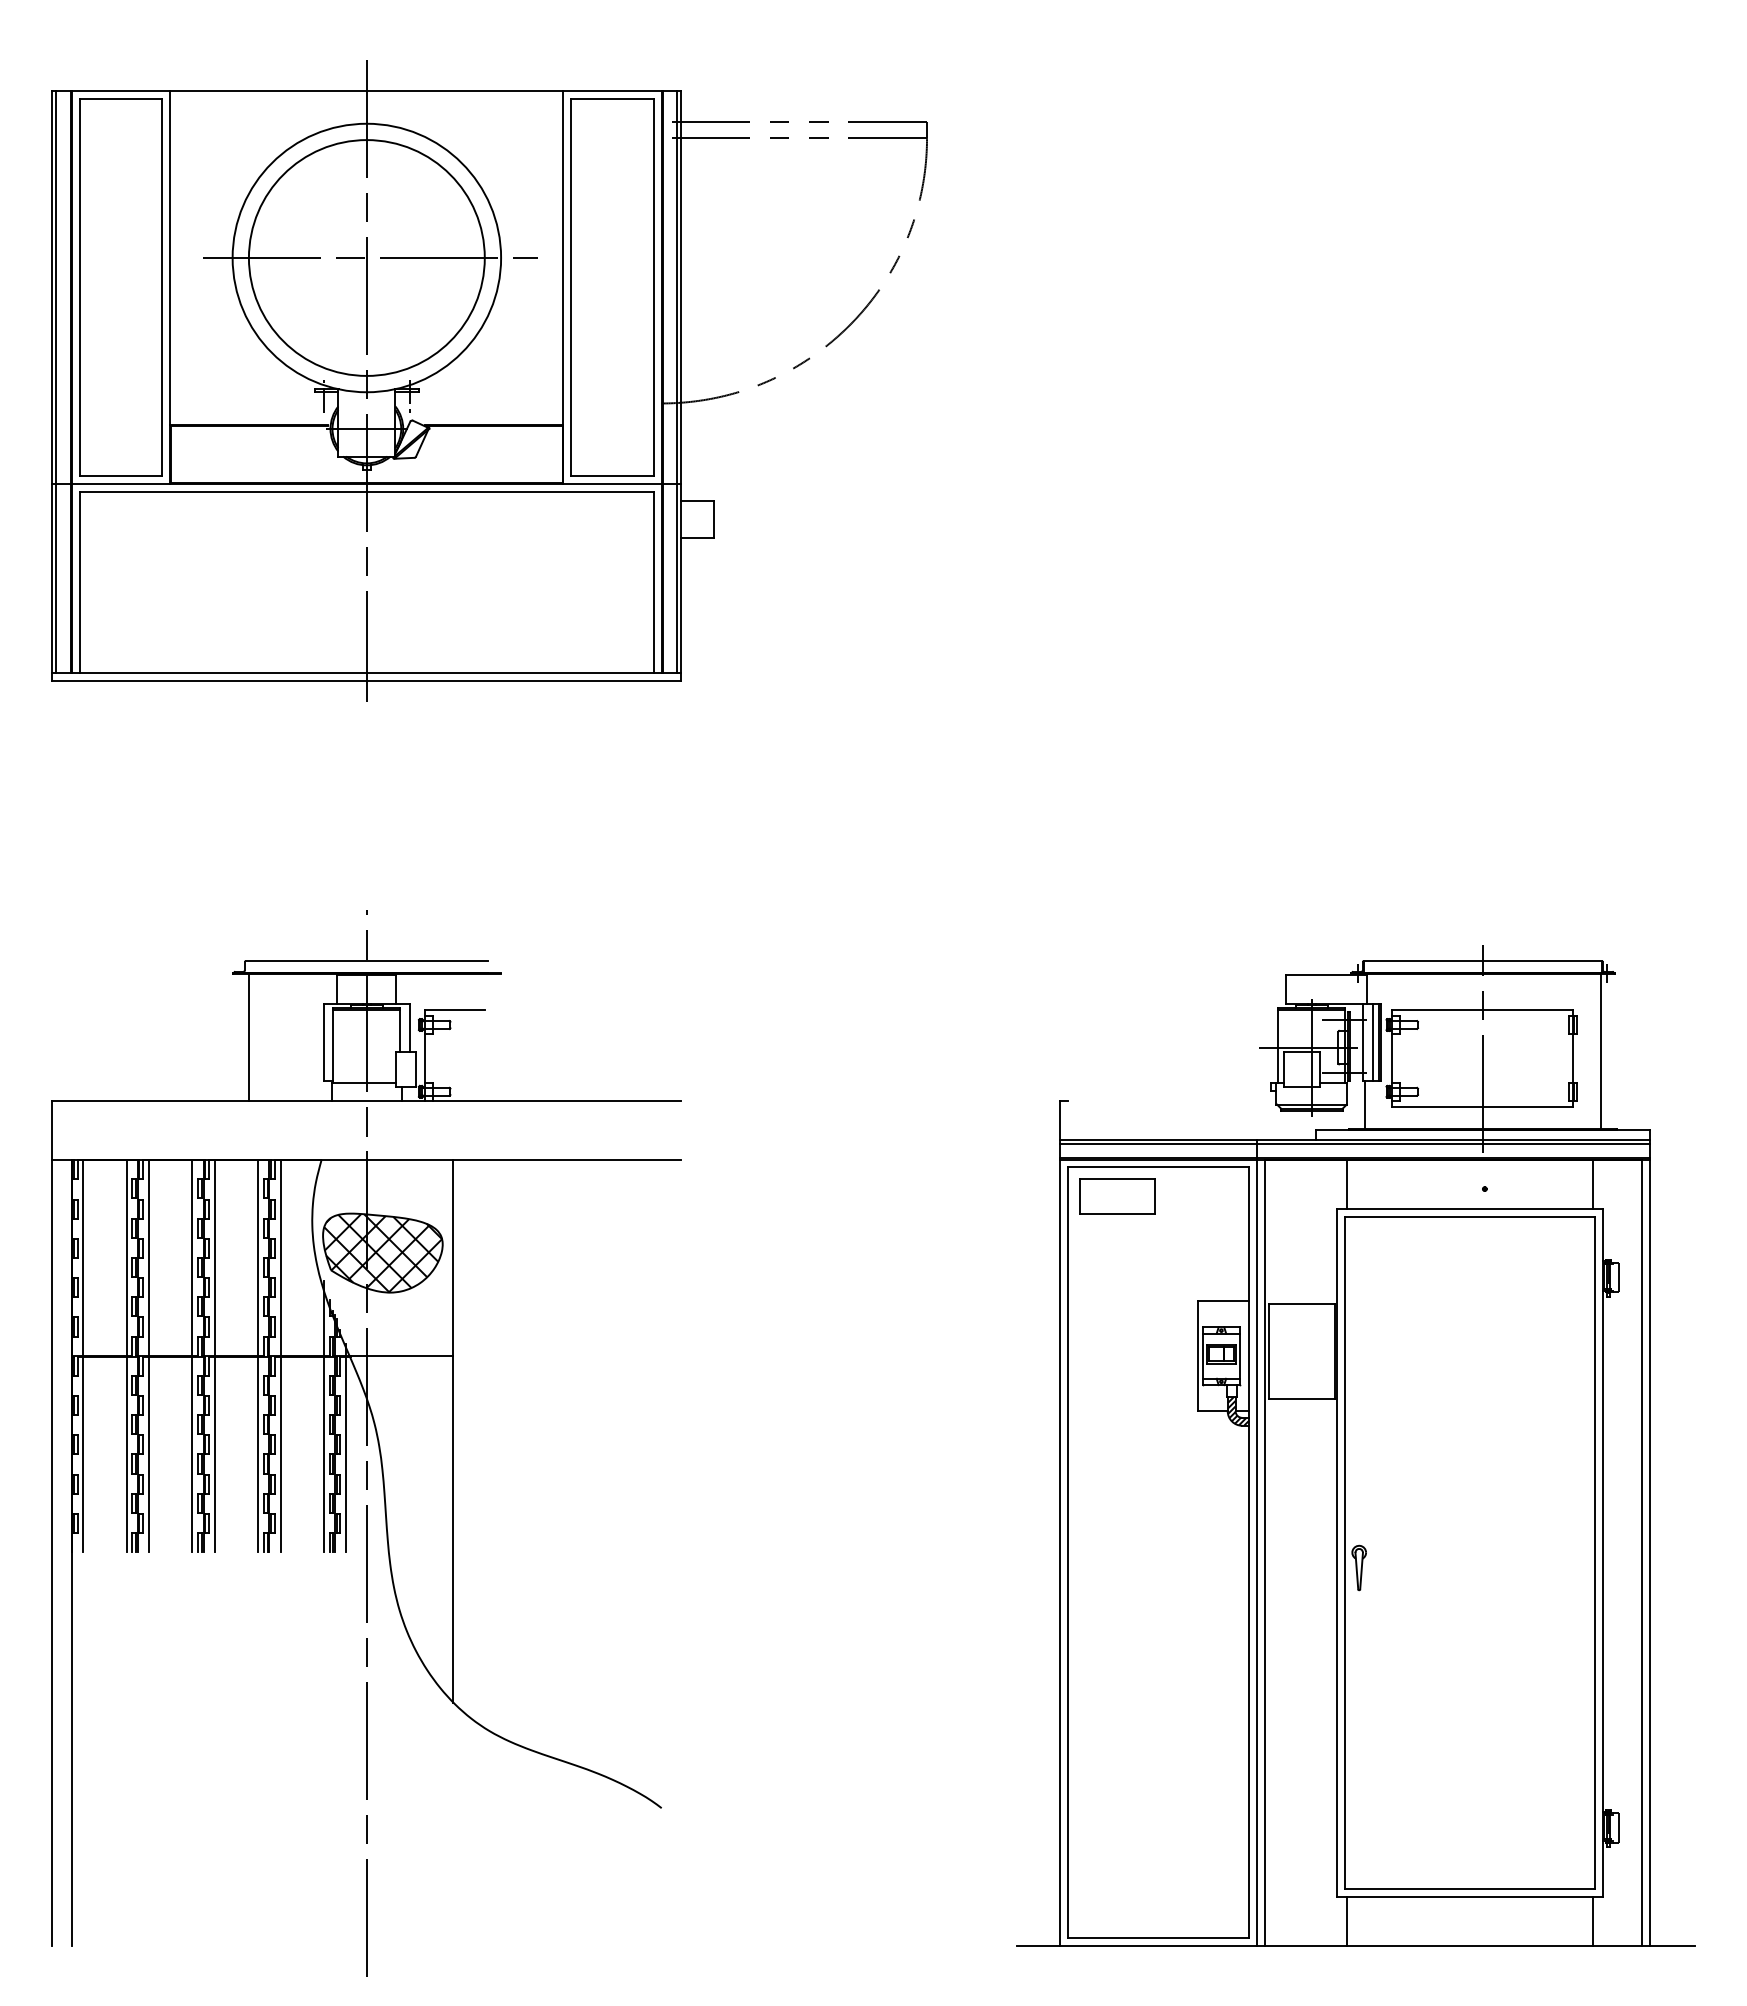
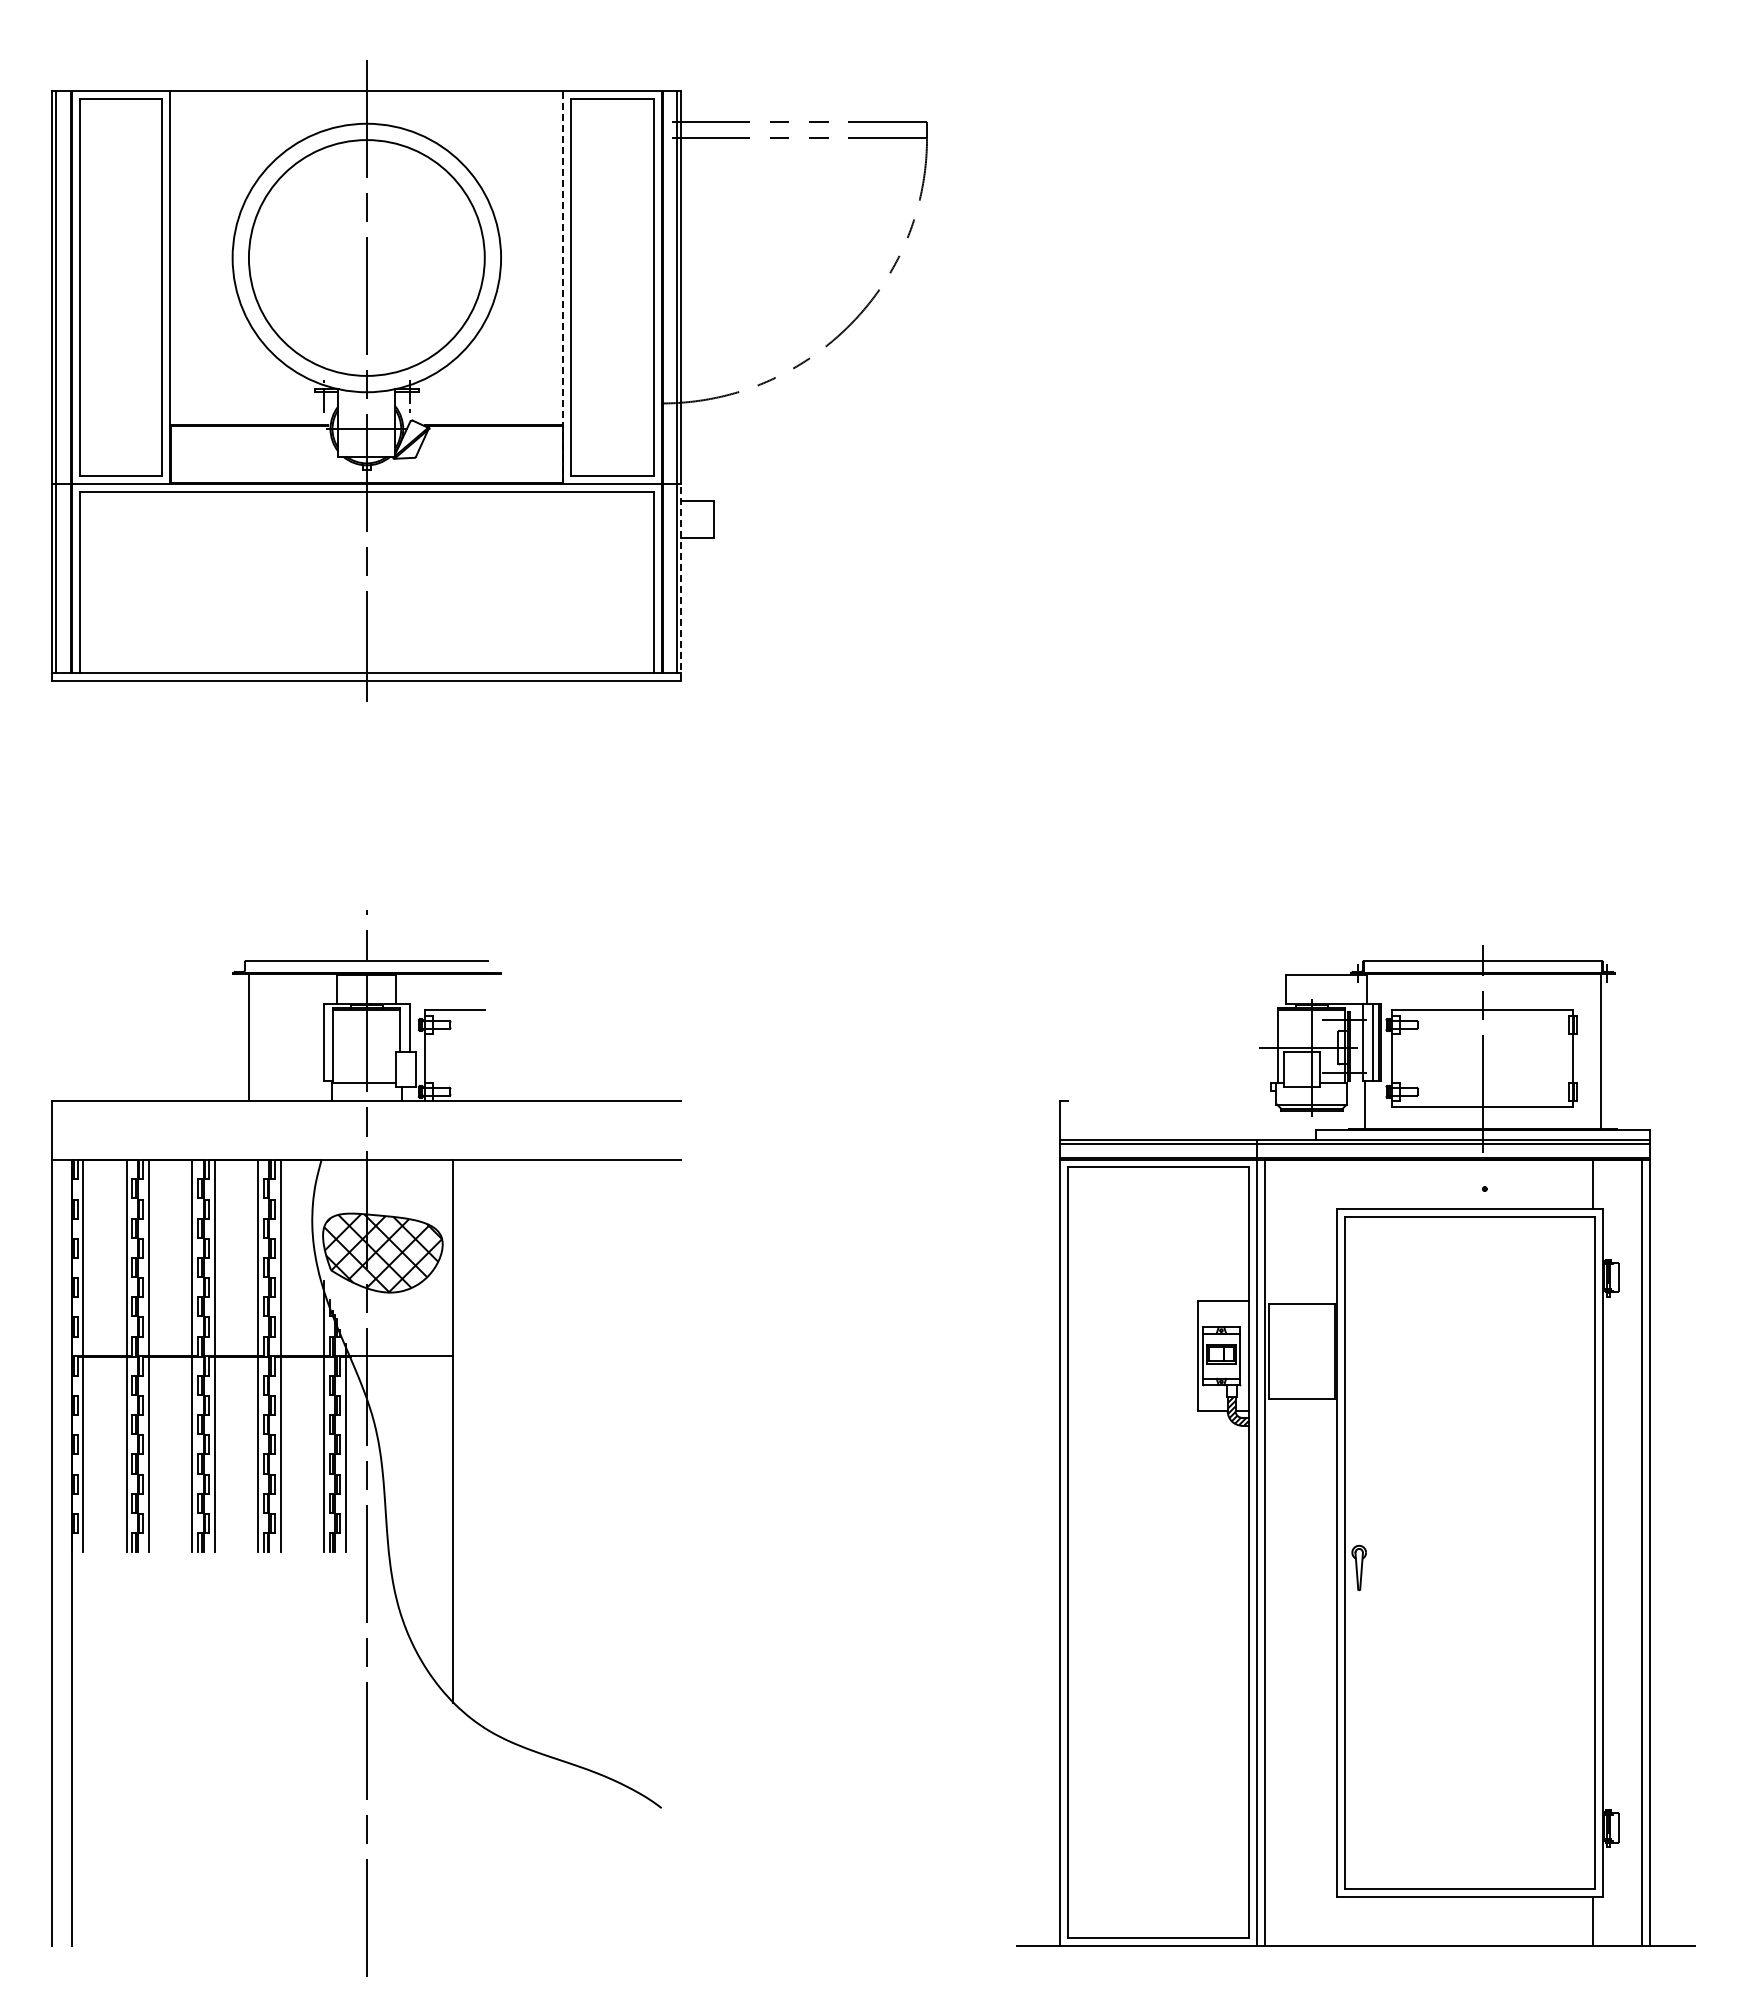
line at (370, 258): present -> none
line at (563, 287): solid -> dashed
line at (681, 581): solid -> dashed
line at (1347, 1183): present -> none
part at (1117, 1196): present -> none
line at (1347, 1920): present -> none
